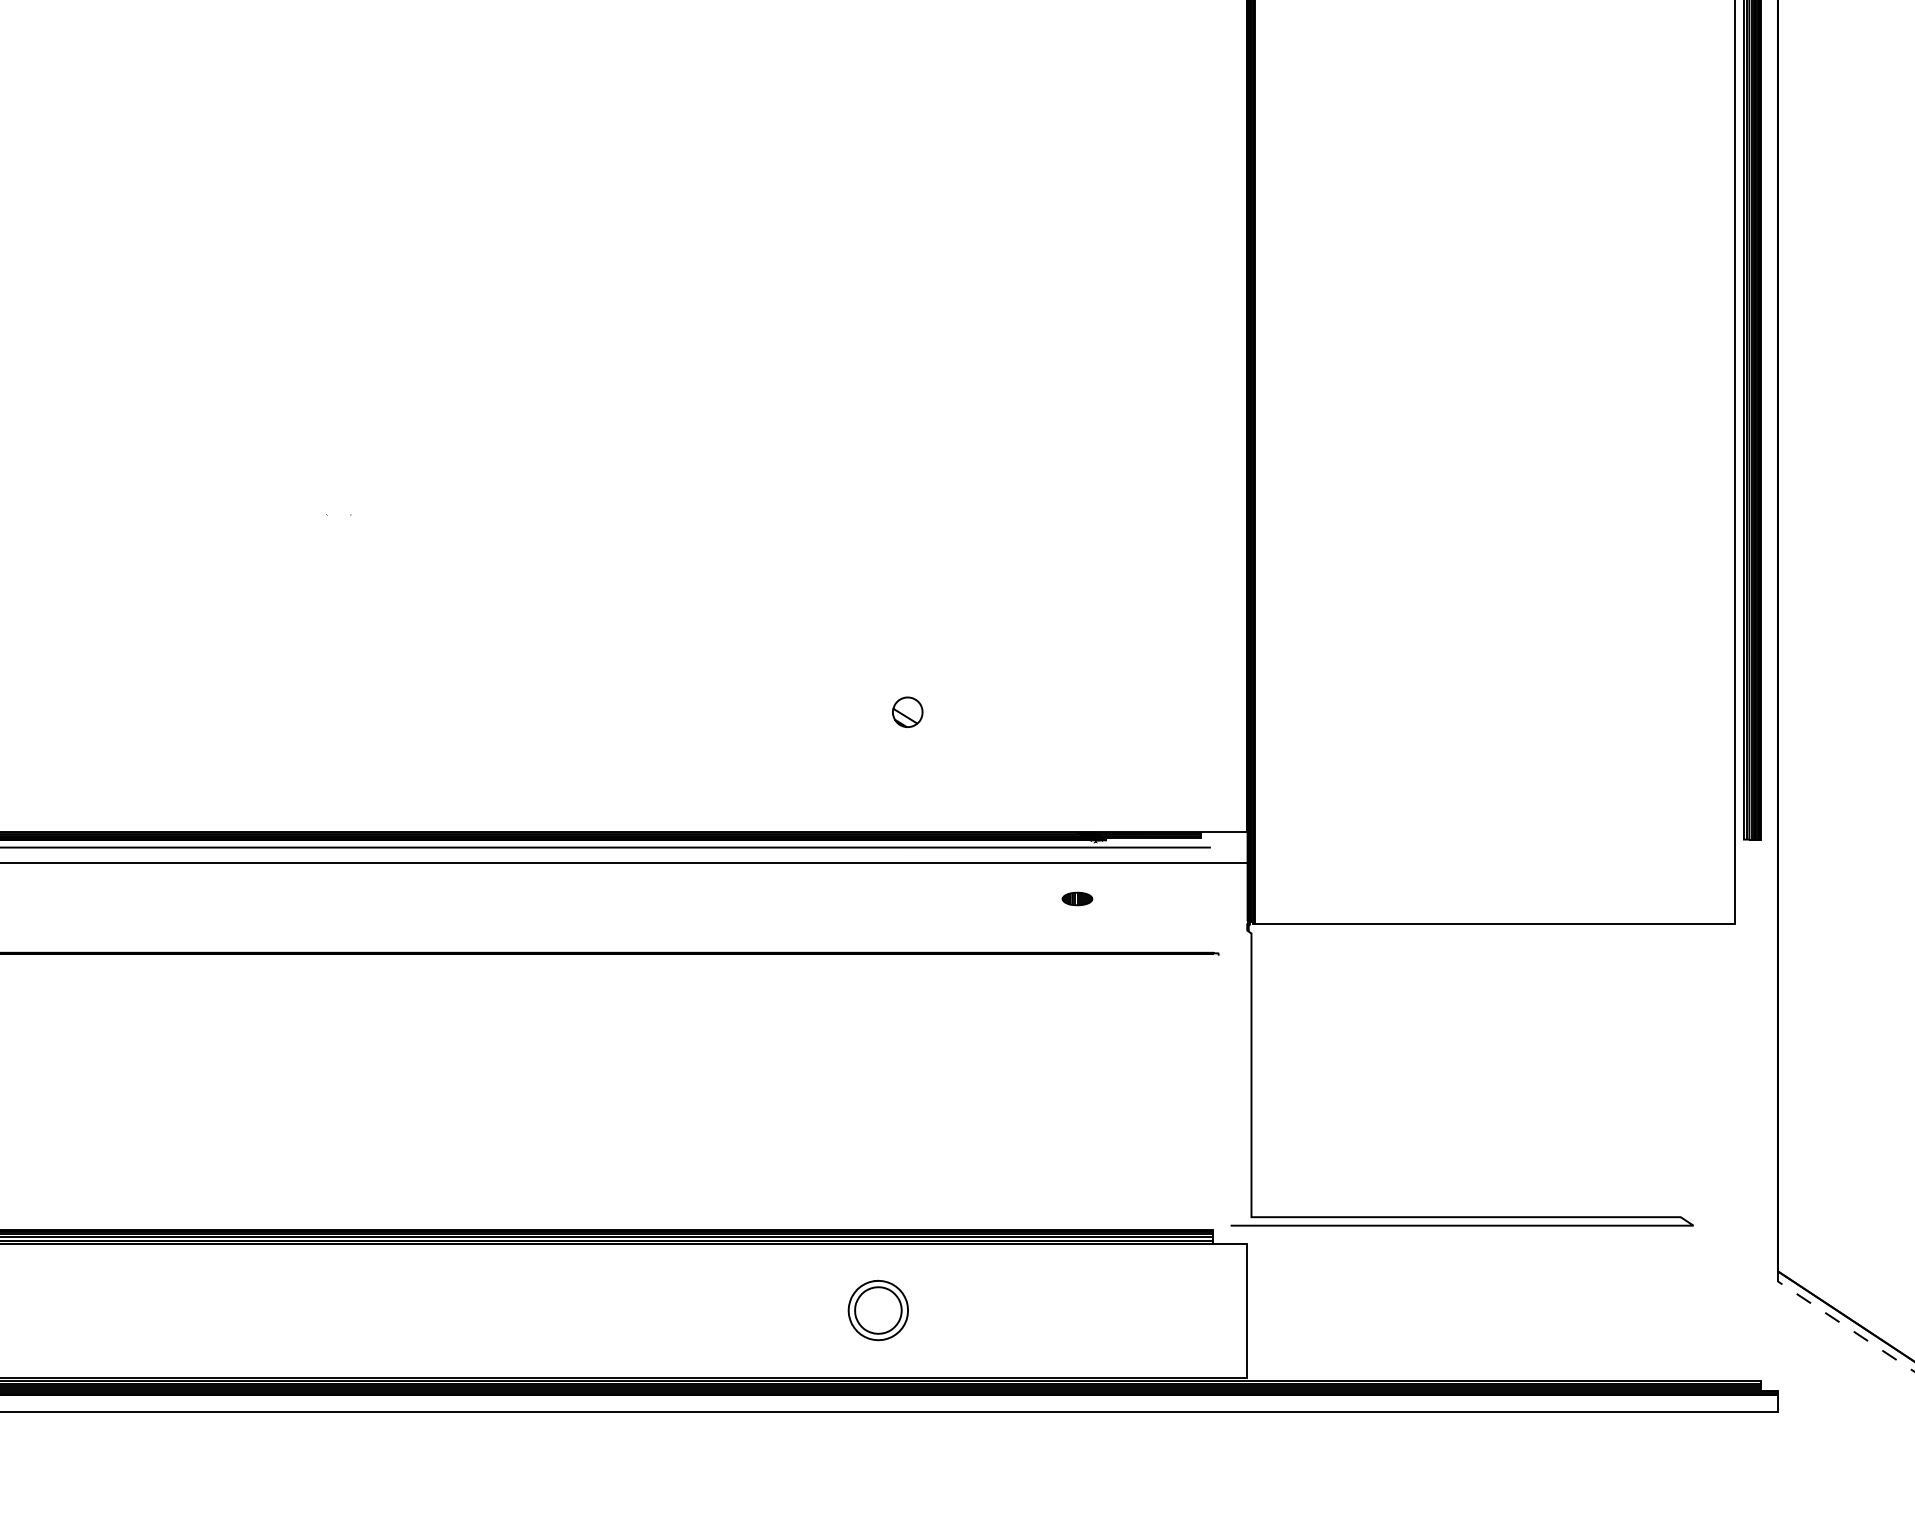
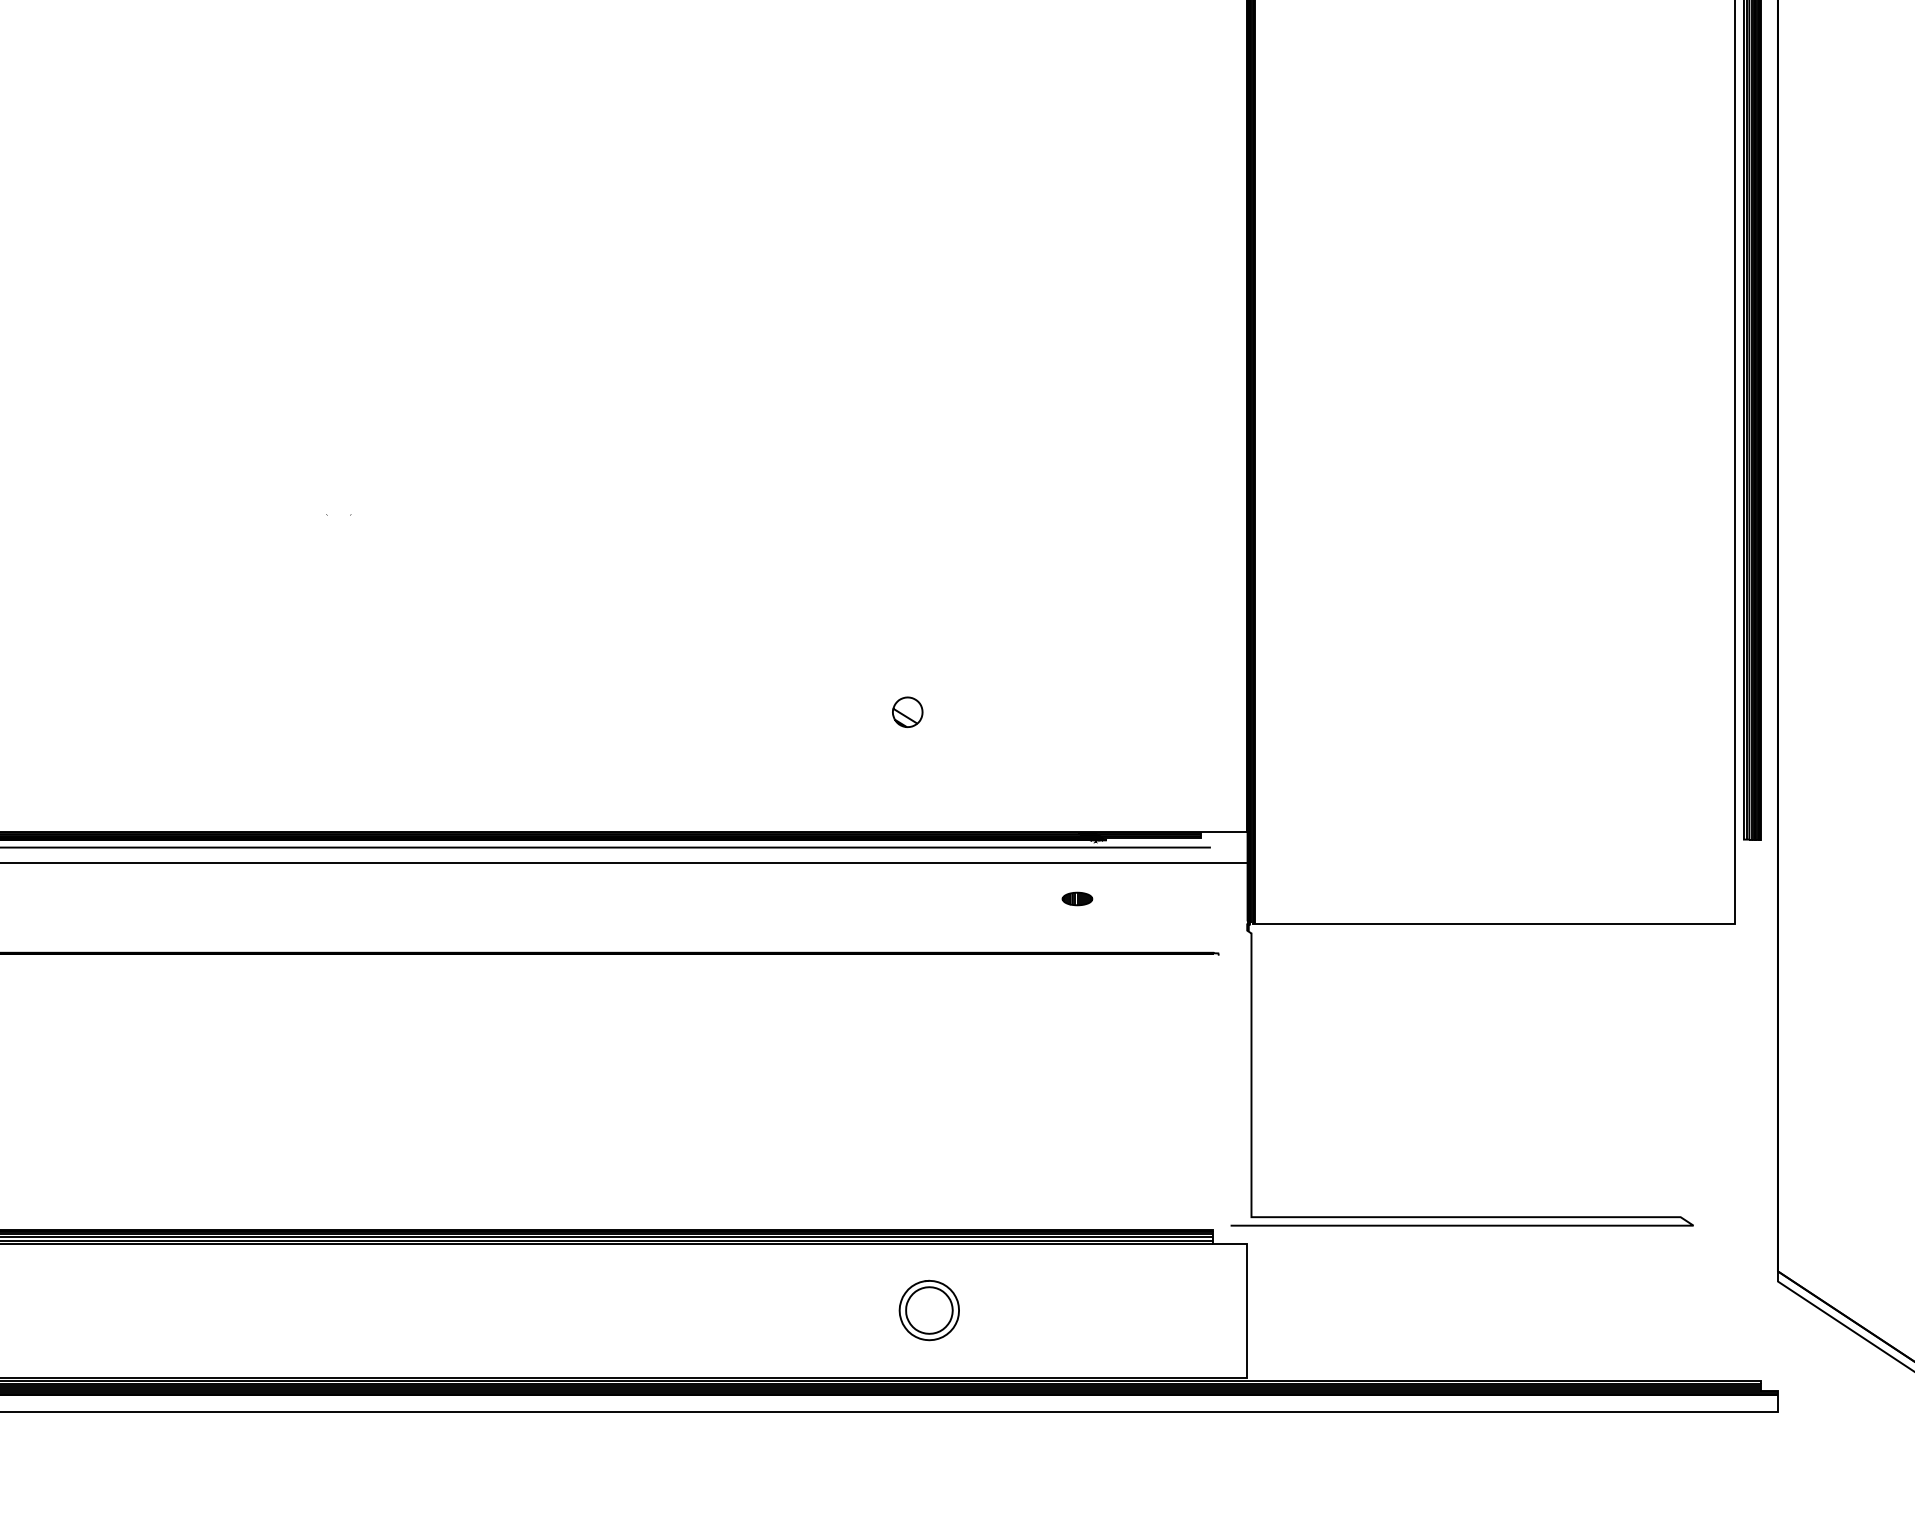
part at (877, 1310) position: (877, 1310) -> (928, 1310)
line at (1841, 1323): dashed -> solid
